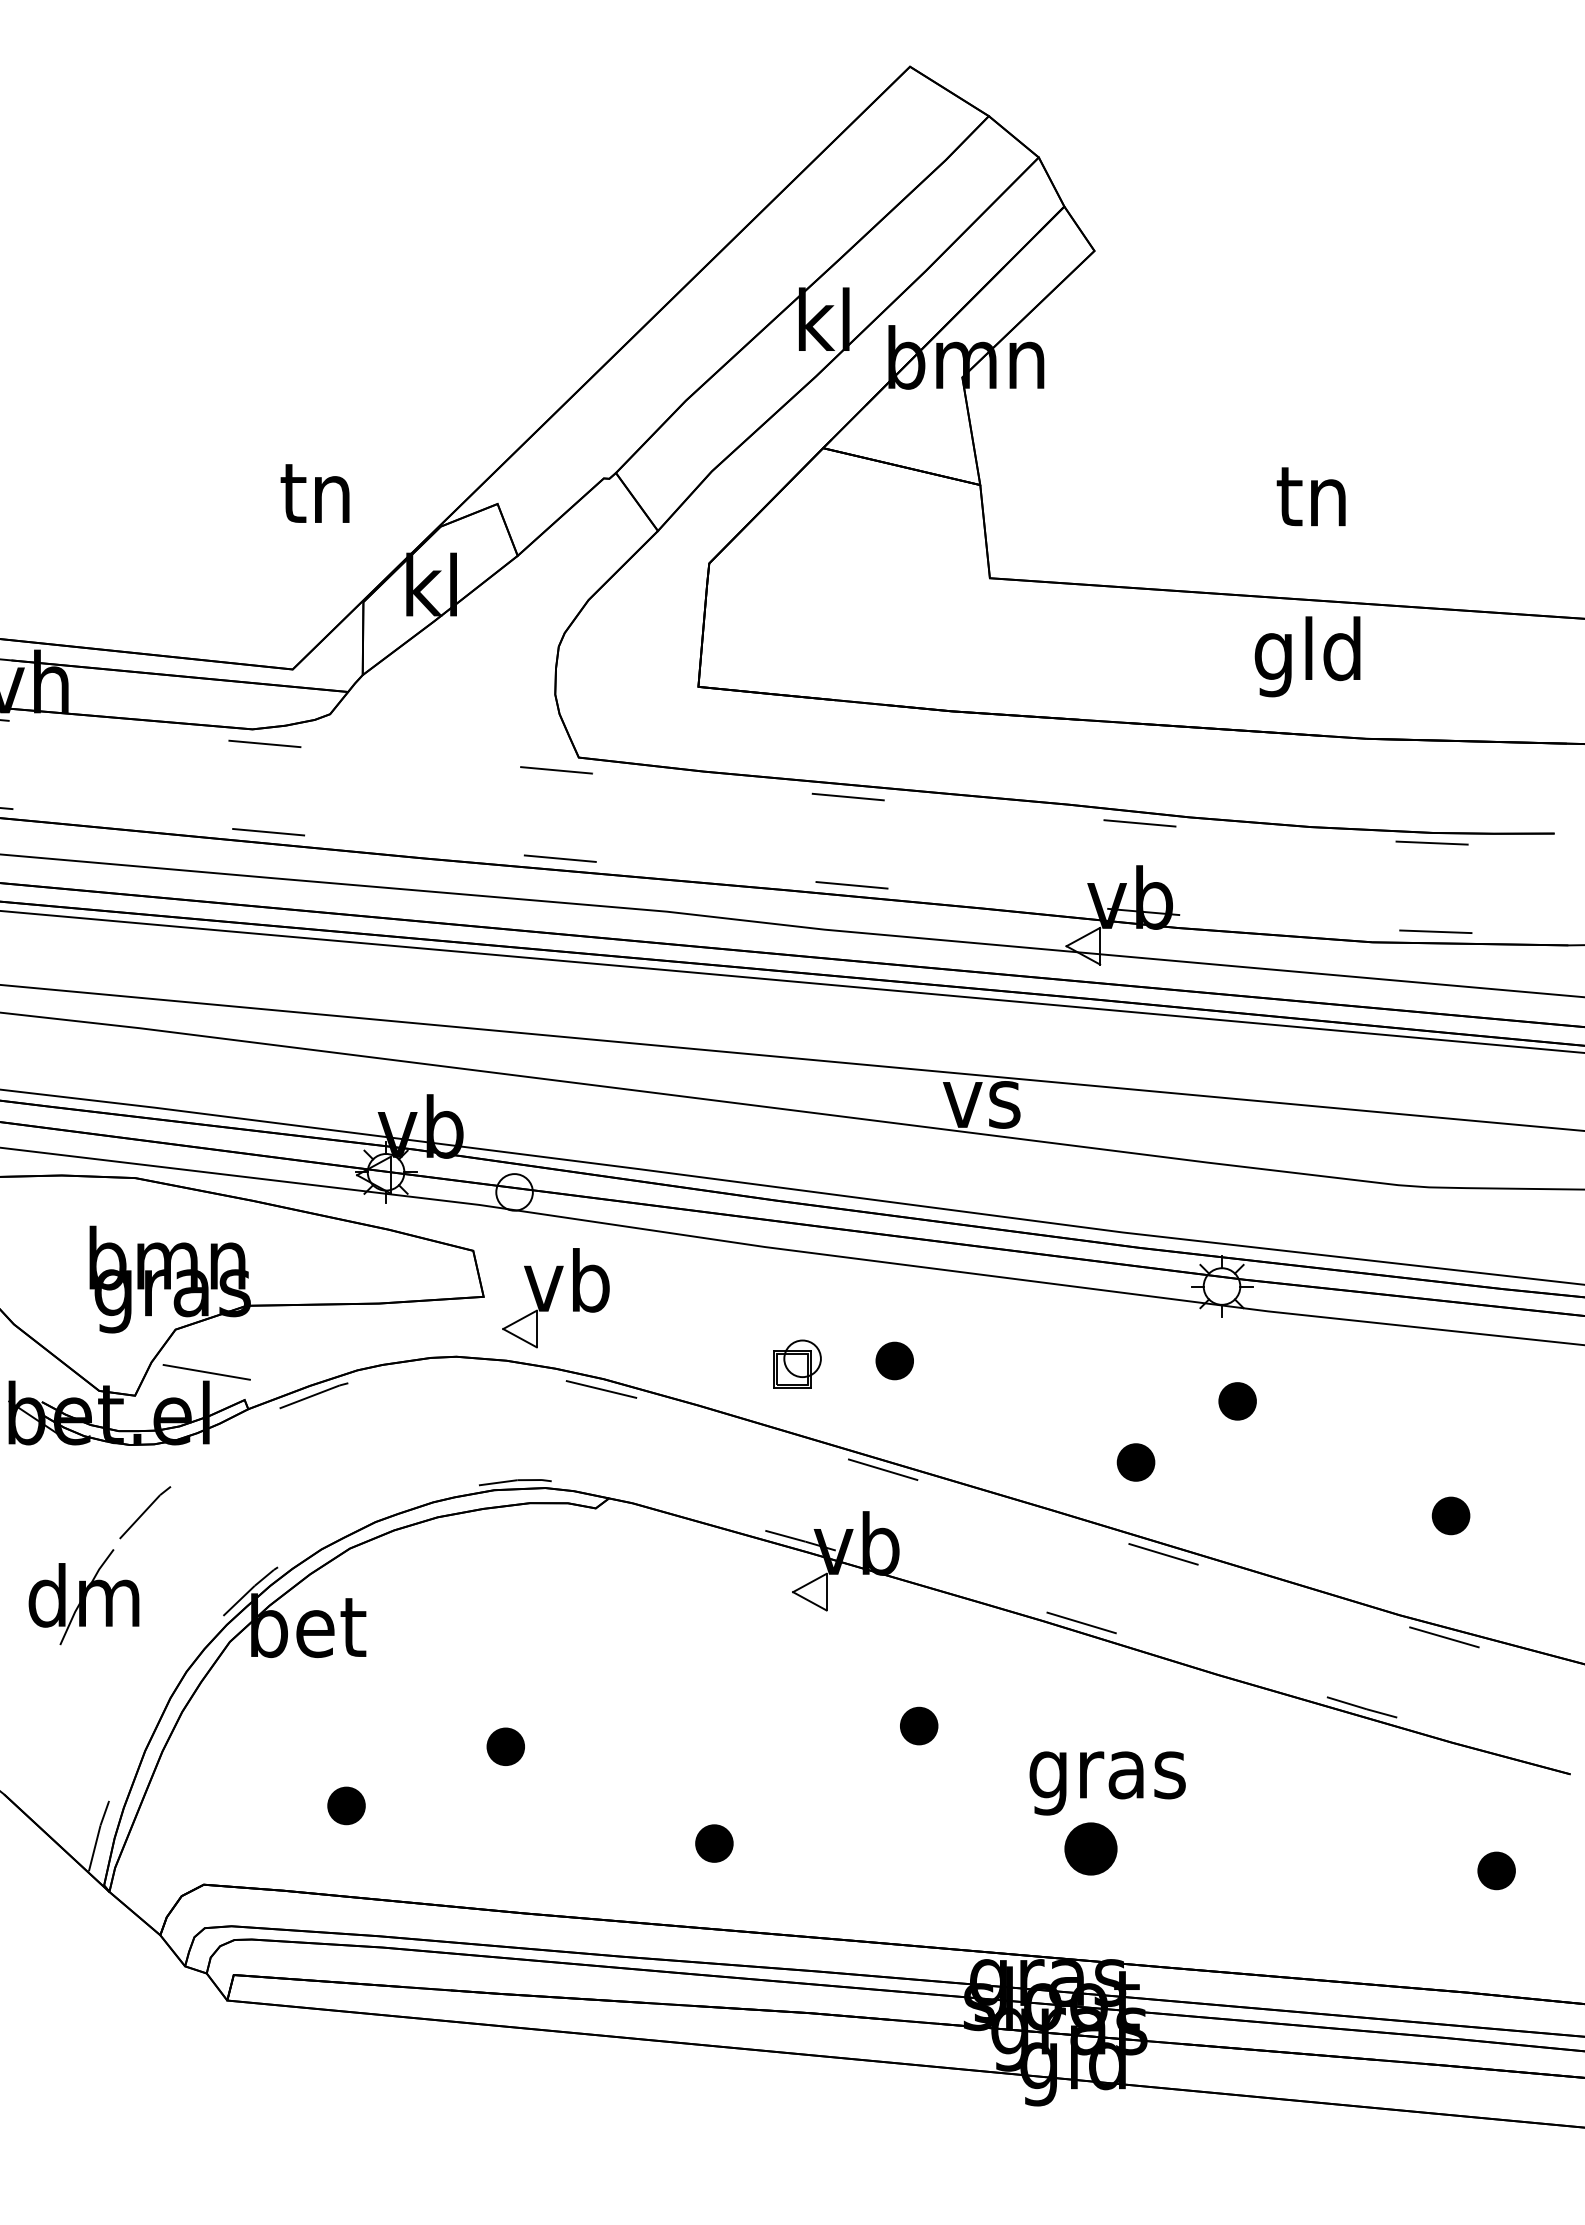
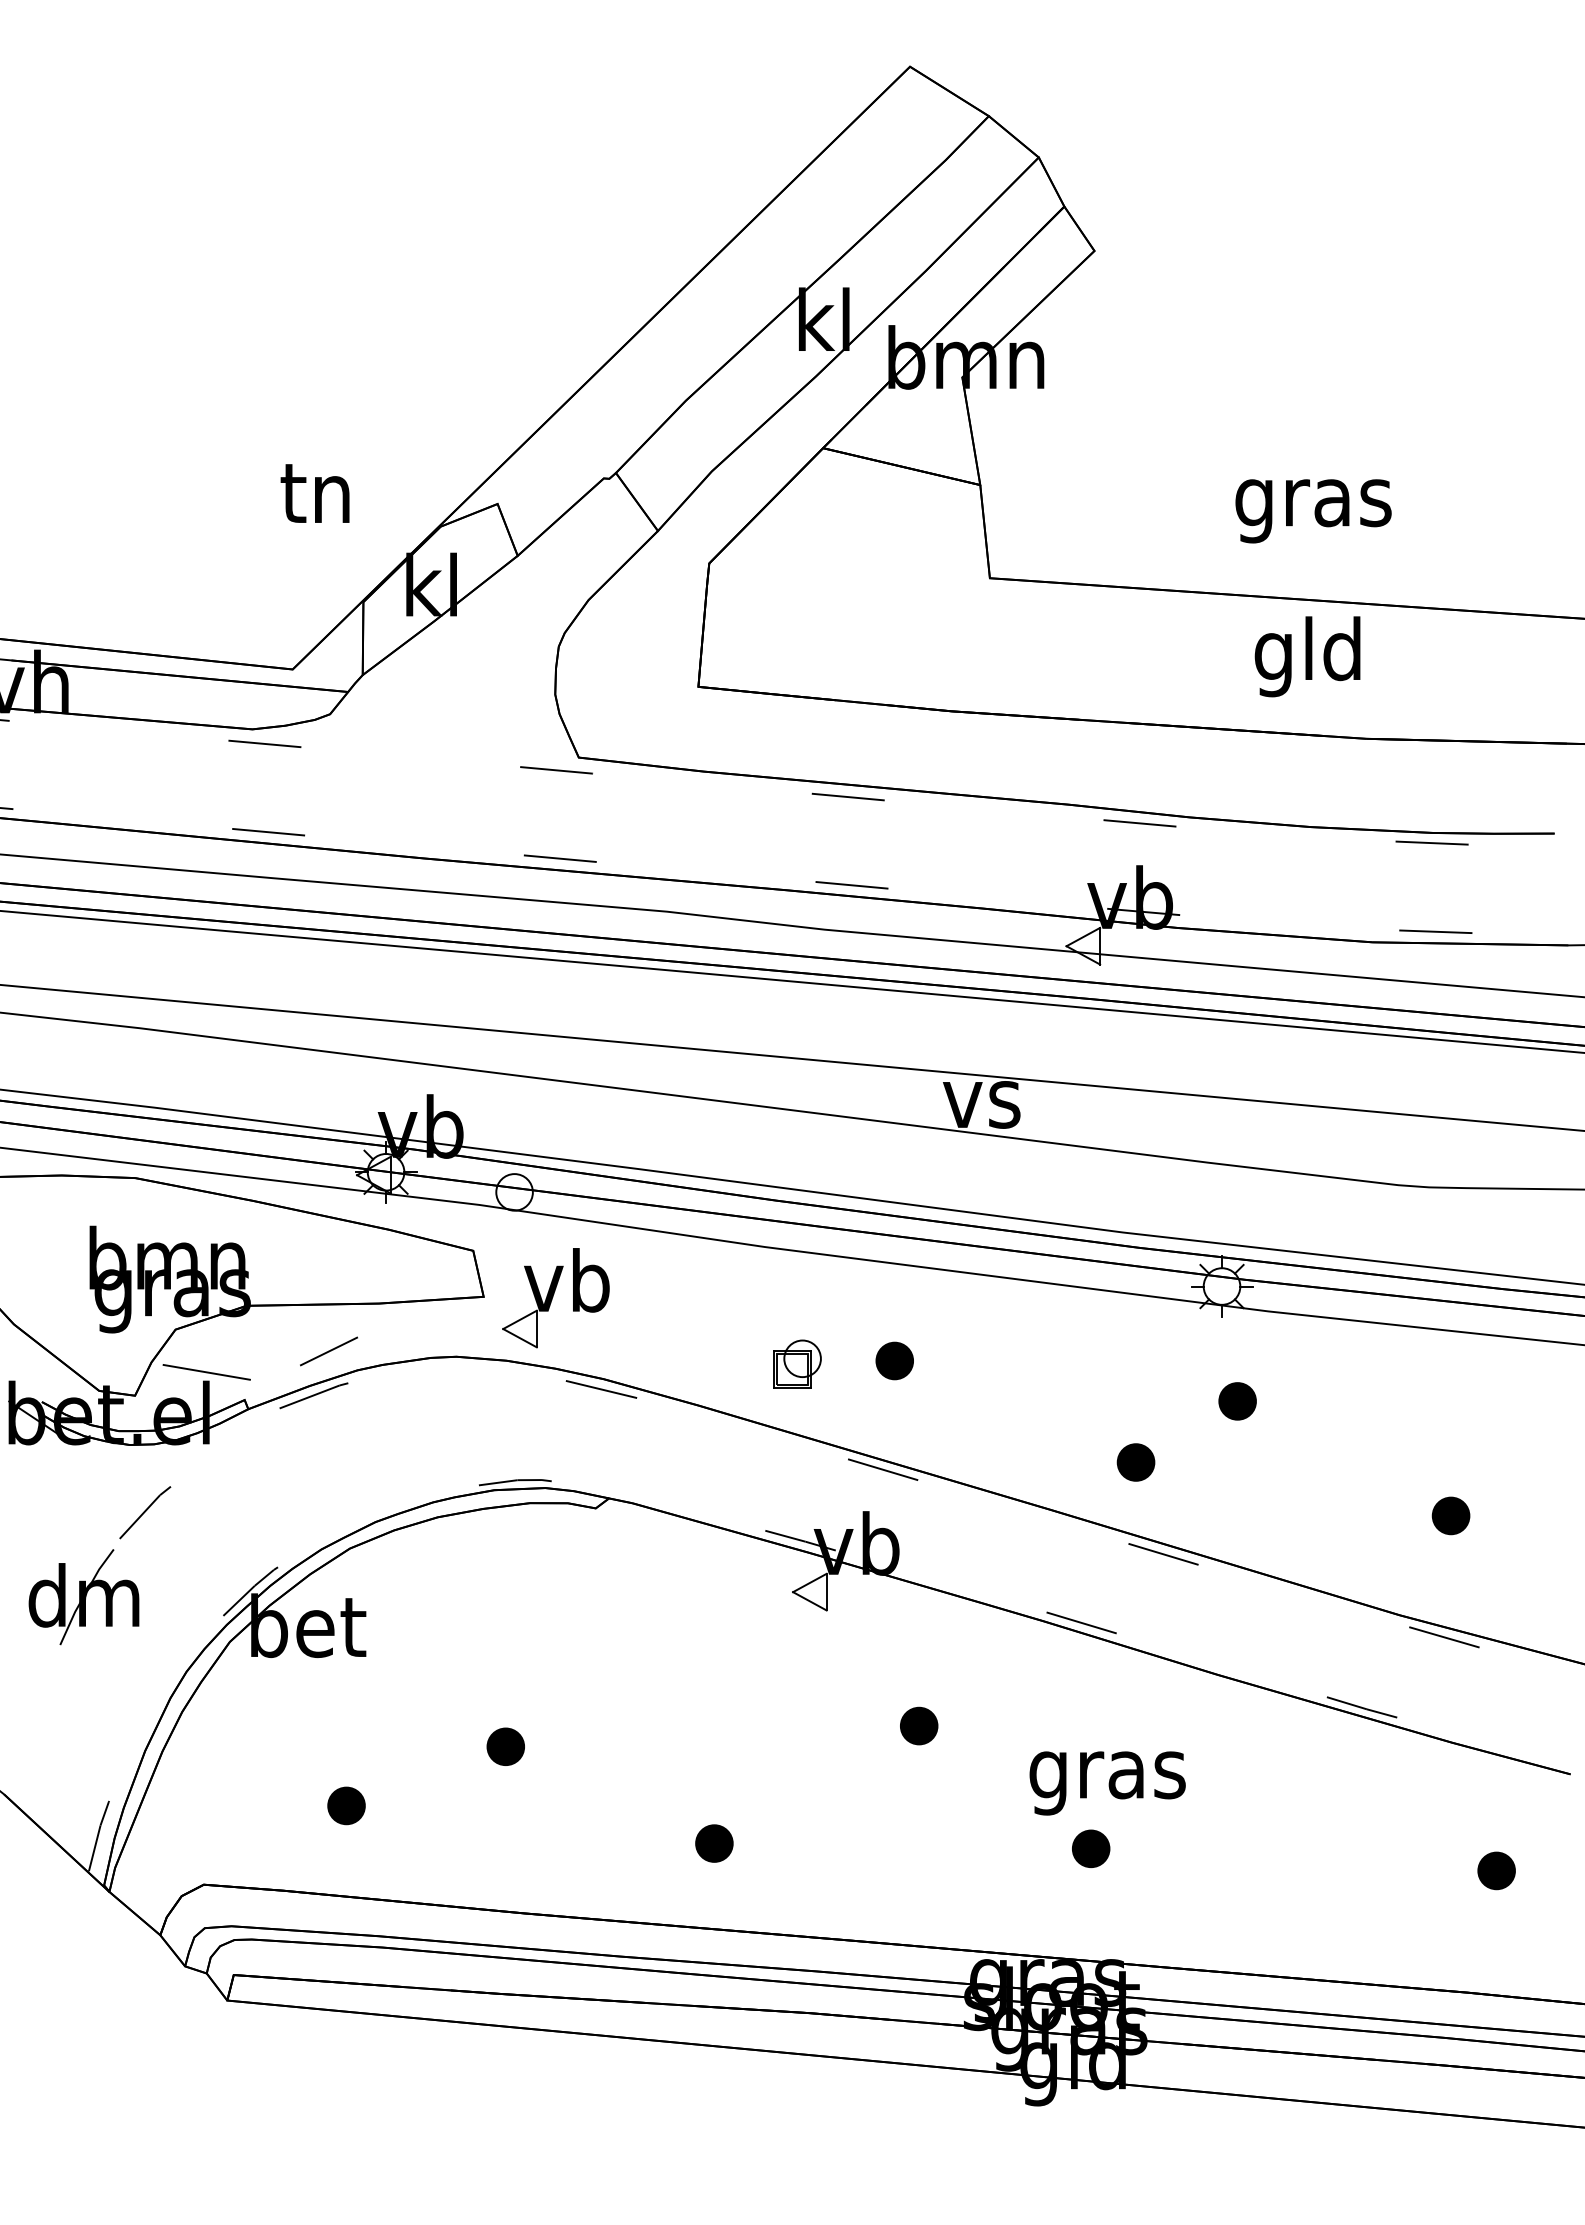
text at (1313, 505): tn -> gras
line at (328, 1351): none -> present
part at (1090, 1848) size: 54x54 px -> 39x39 px
